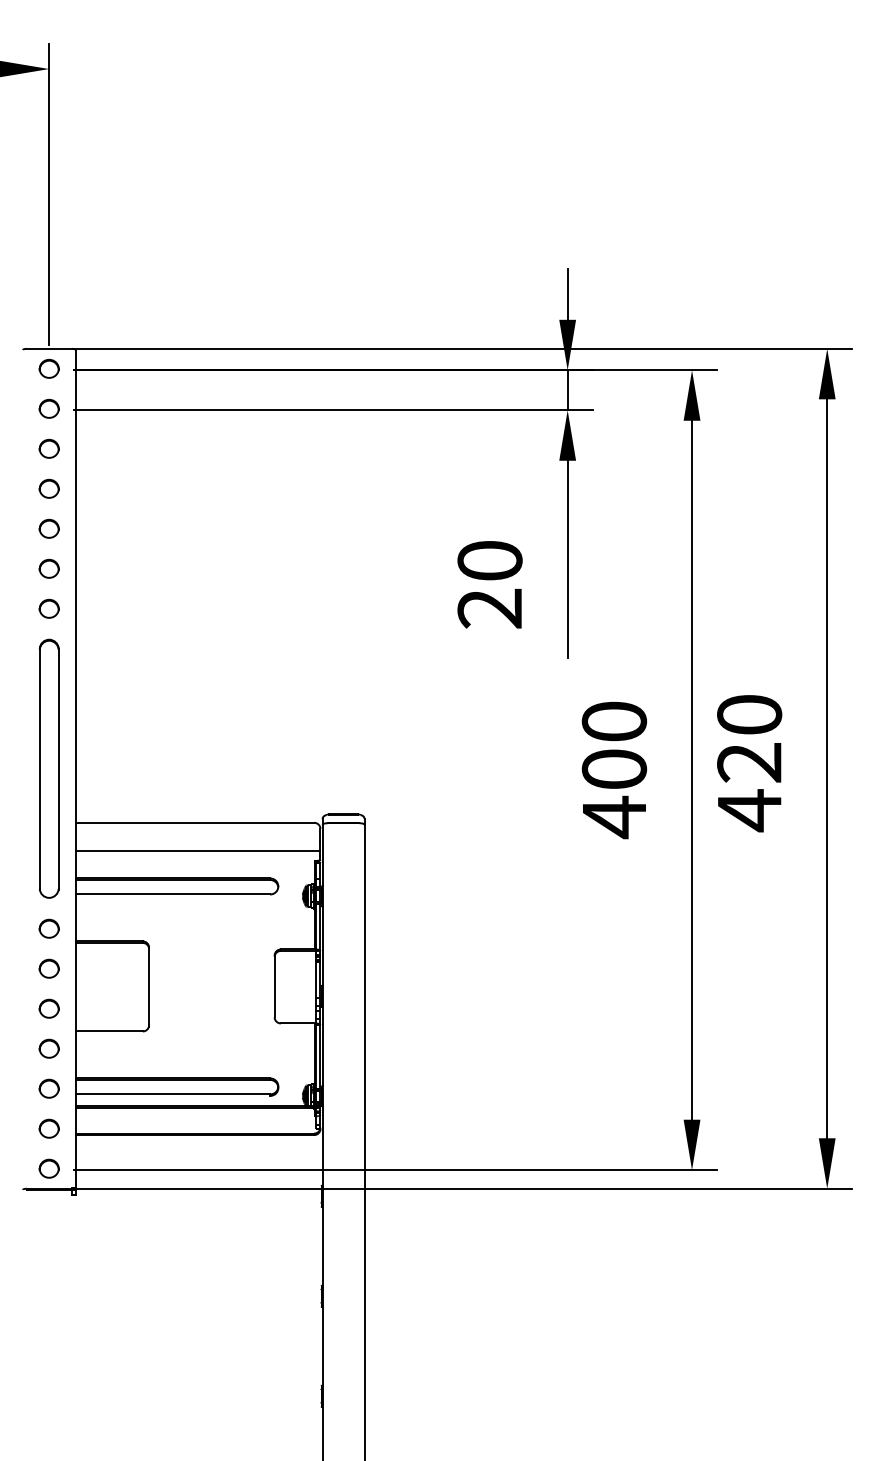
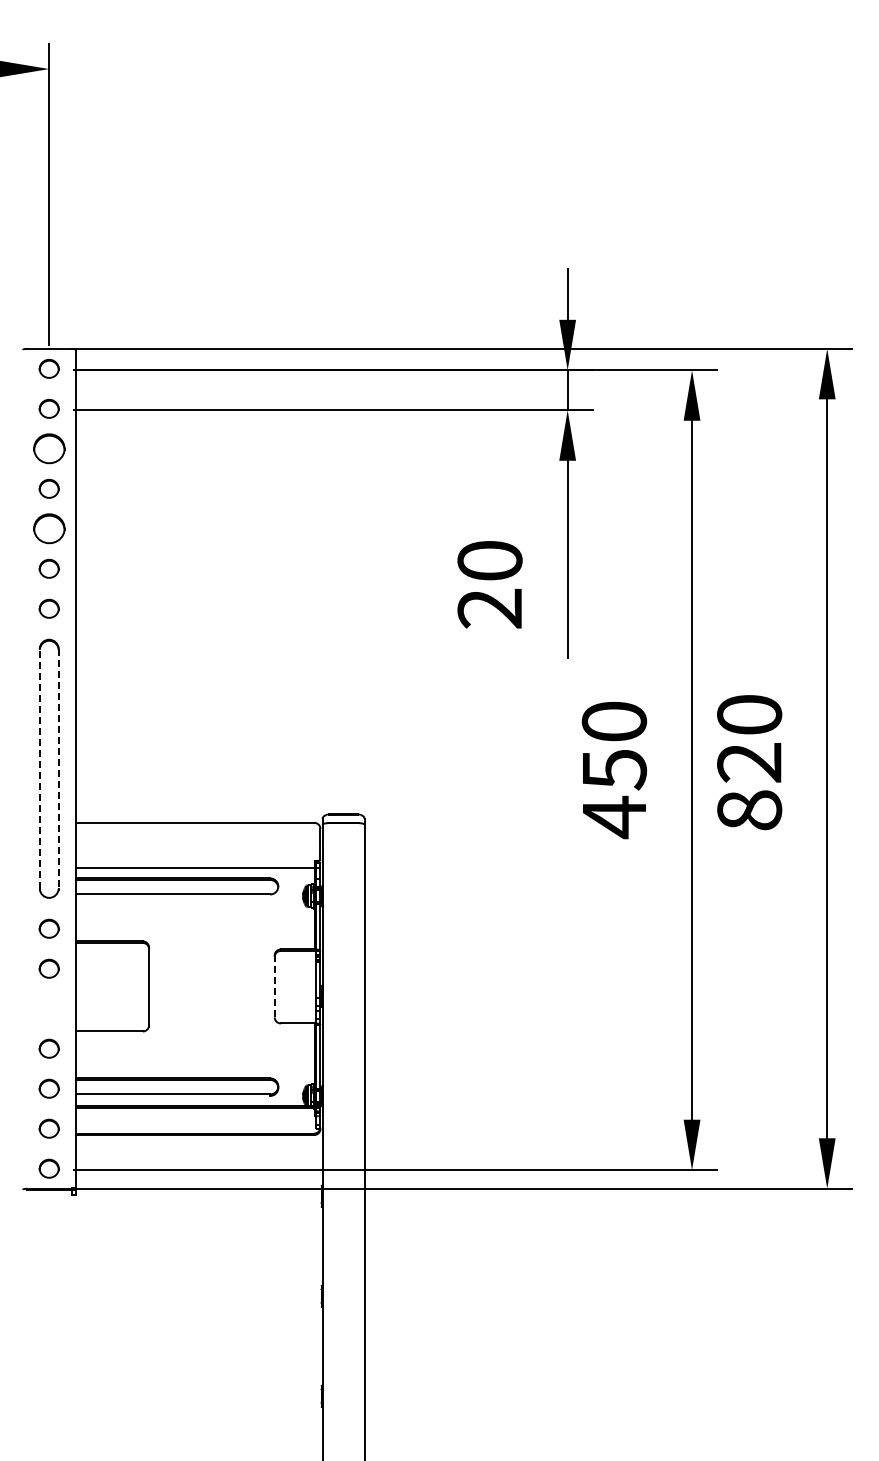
part at (48, 448) size: 22x20 px -> 33x32 px
part at (48, 528) size: 22x20 px -> 33x32 px
line at (39, 768): solid -> dashed
line at (58, 768): solid -> dashed
text at (613, 769): 400 -> 450
text at (749, 810): 420 -> 820
line at (197, 850) position: (197, 850) -> (197, 867)
line at (274, 986): solid -> dashed
part at (48, 1008): present -> none
